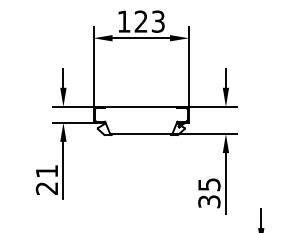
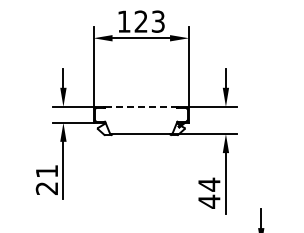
line at (141, 106): solid -> dashed
text at (209, 192): 35 -> 44
